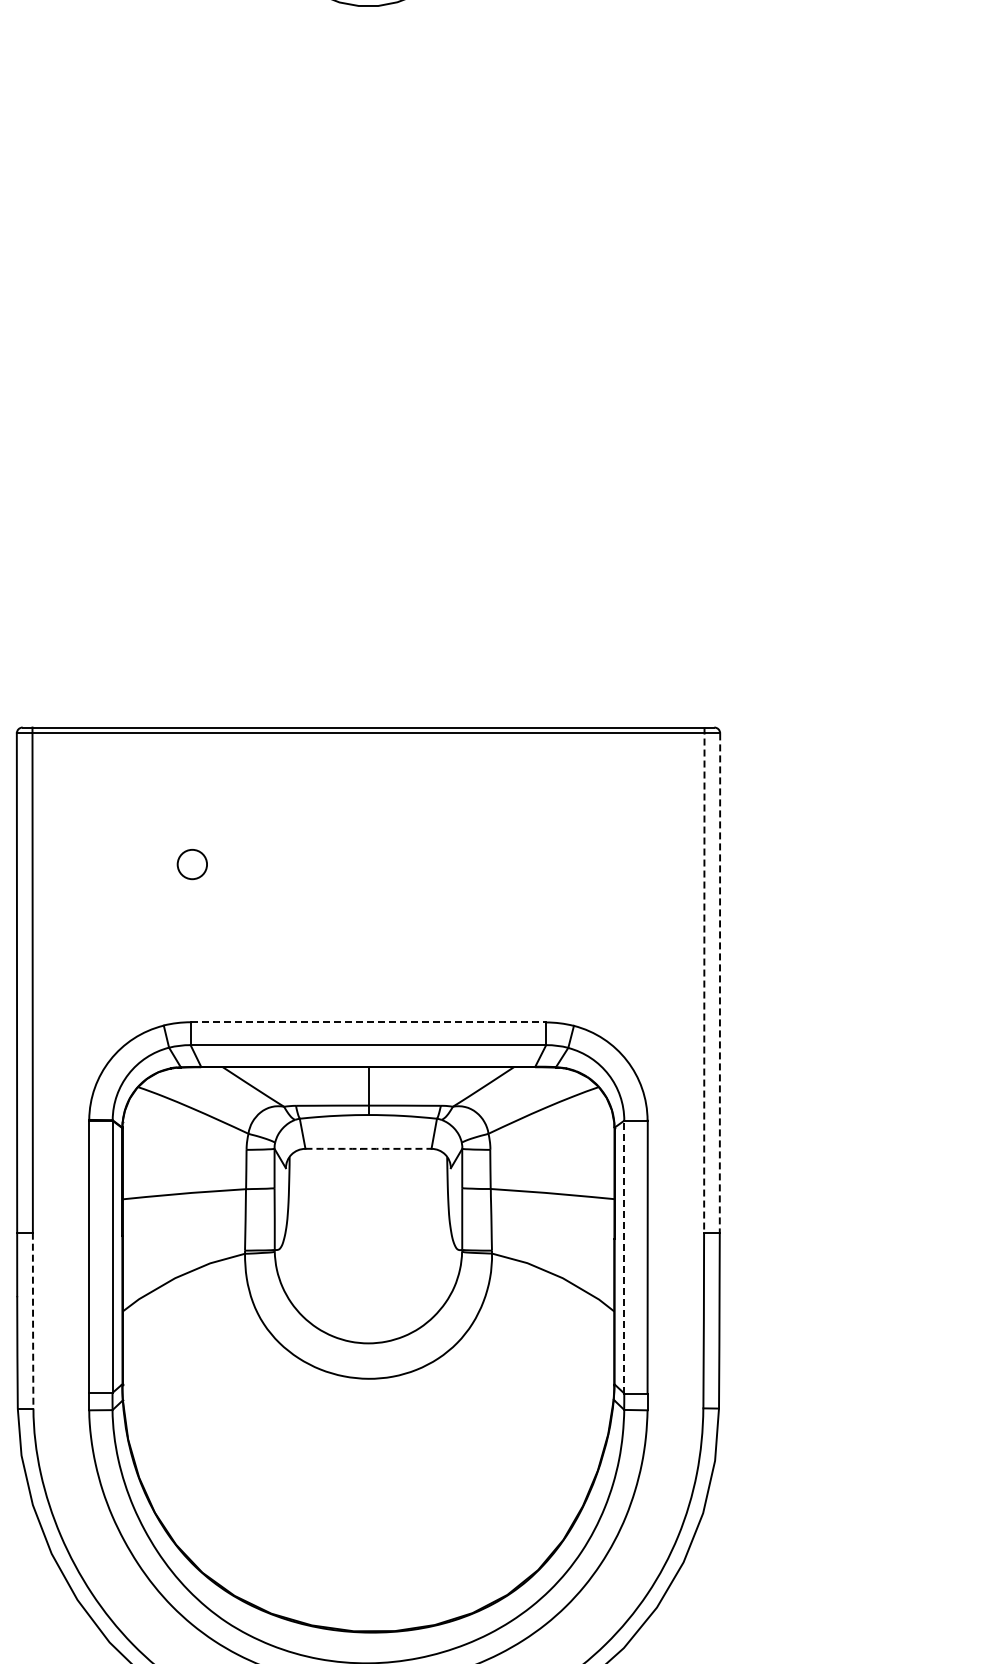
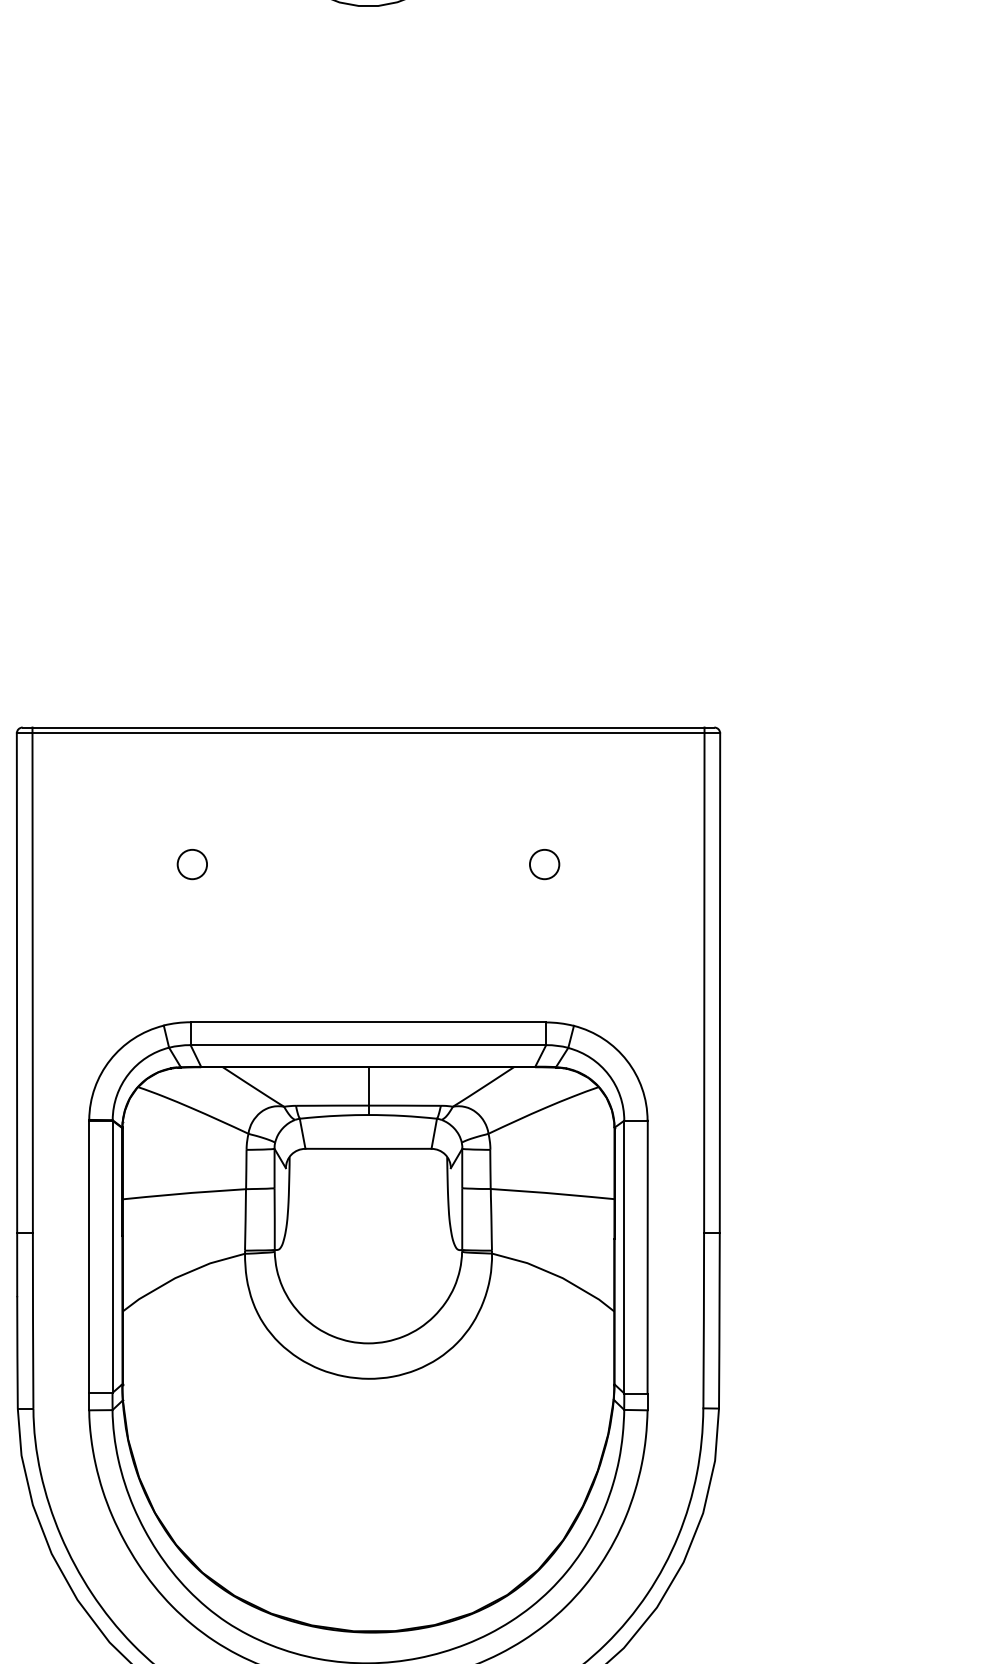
circle at (544, 864): none -> present
line at (704, 980): dashed -> solid
line at (719, 983): dashed -> solid
line at (368, 1022): dashed -> solid
arc at (368, 1148): dashed -> solid
line at (624, 1256): dashed -> solid
arc at (33, 1320): dashed -> solid
